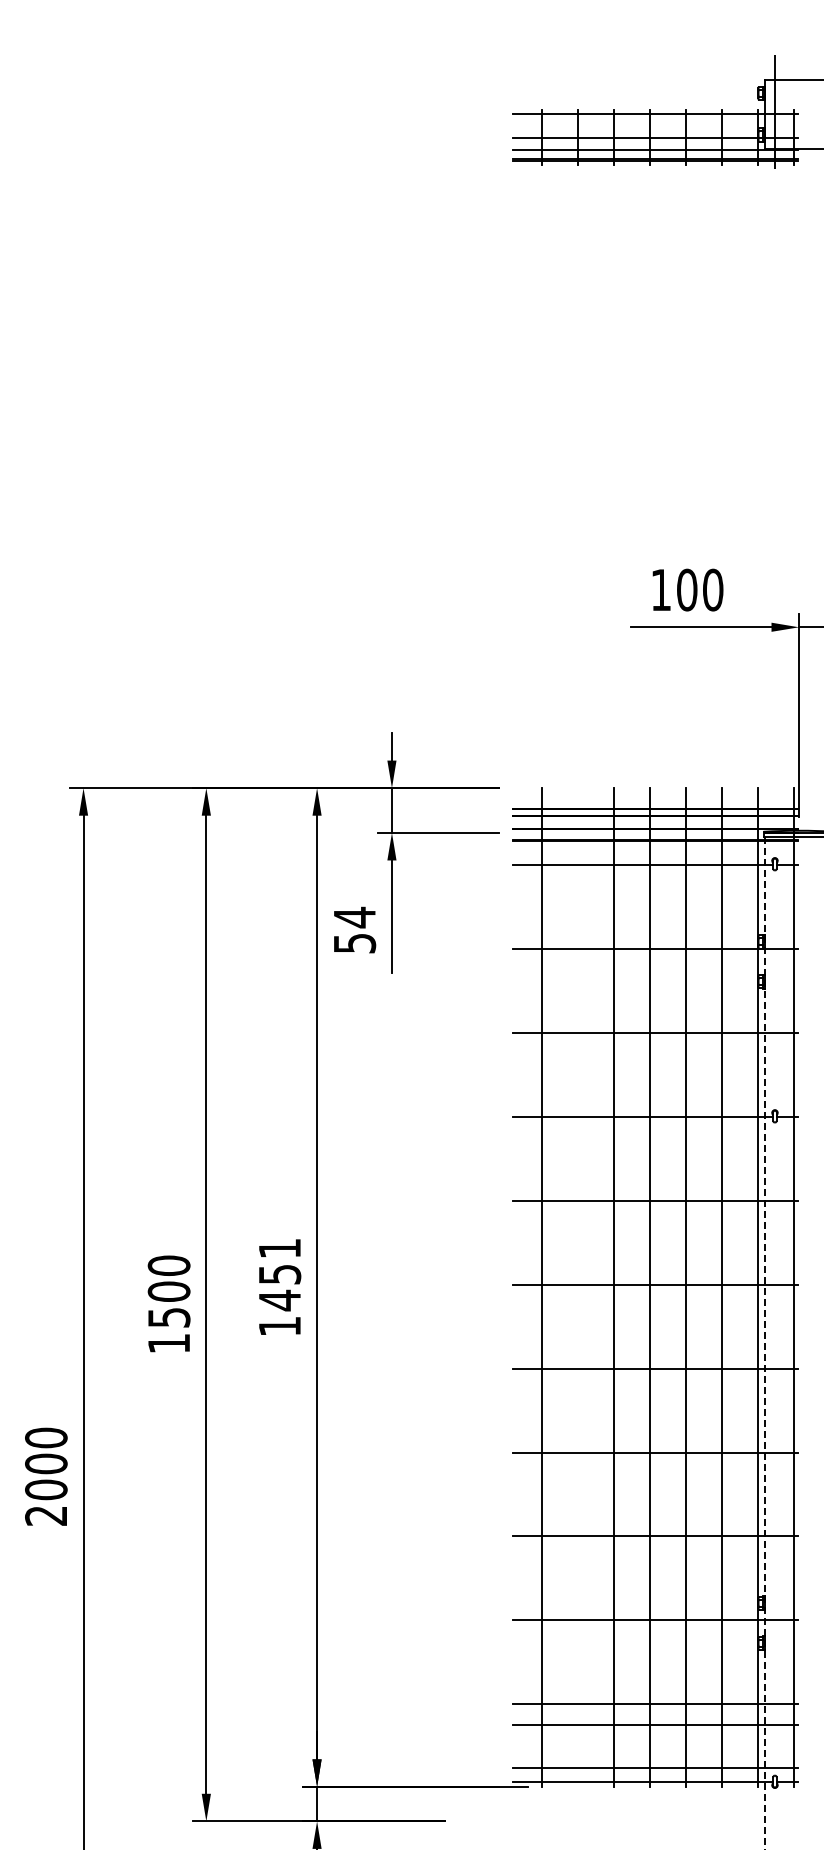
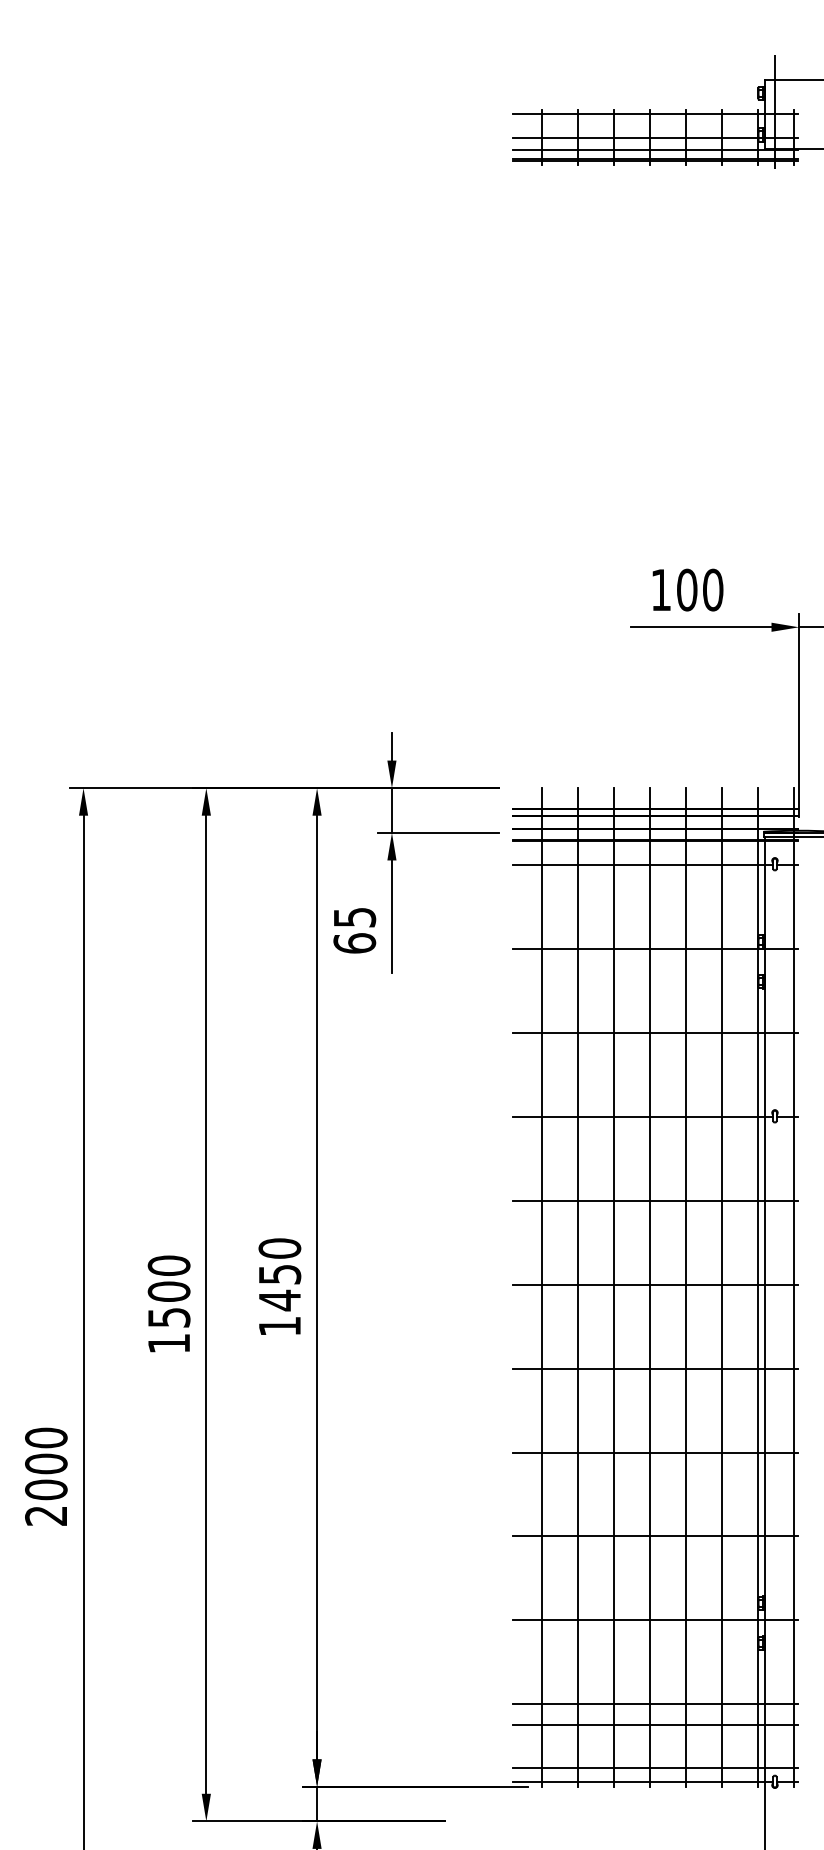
text at (354, 929): 54 -> 65
text at (279, 1248): 1451 -> 1450
line at (578, 1287): none -> present
line at (764, 1343): dashed -> solid
